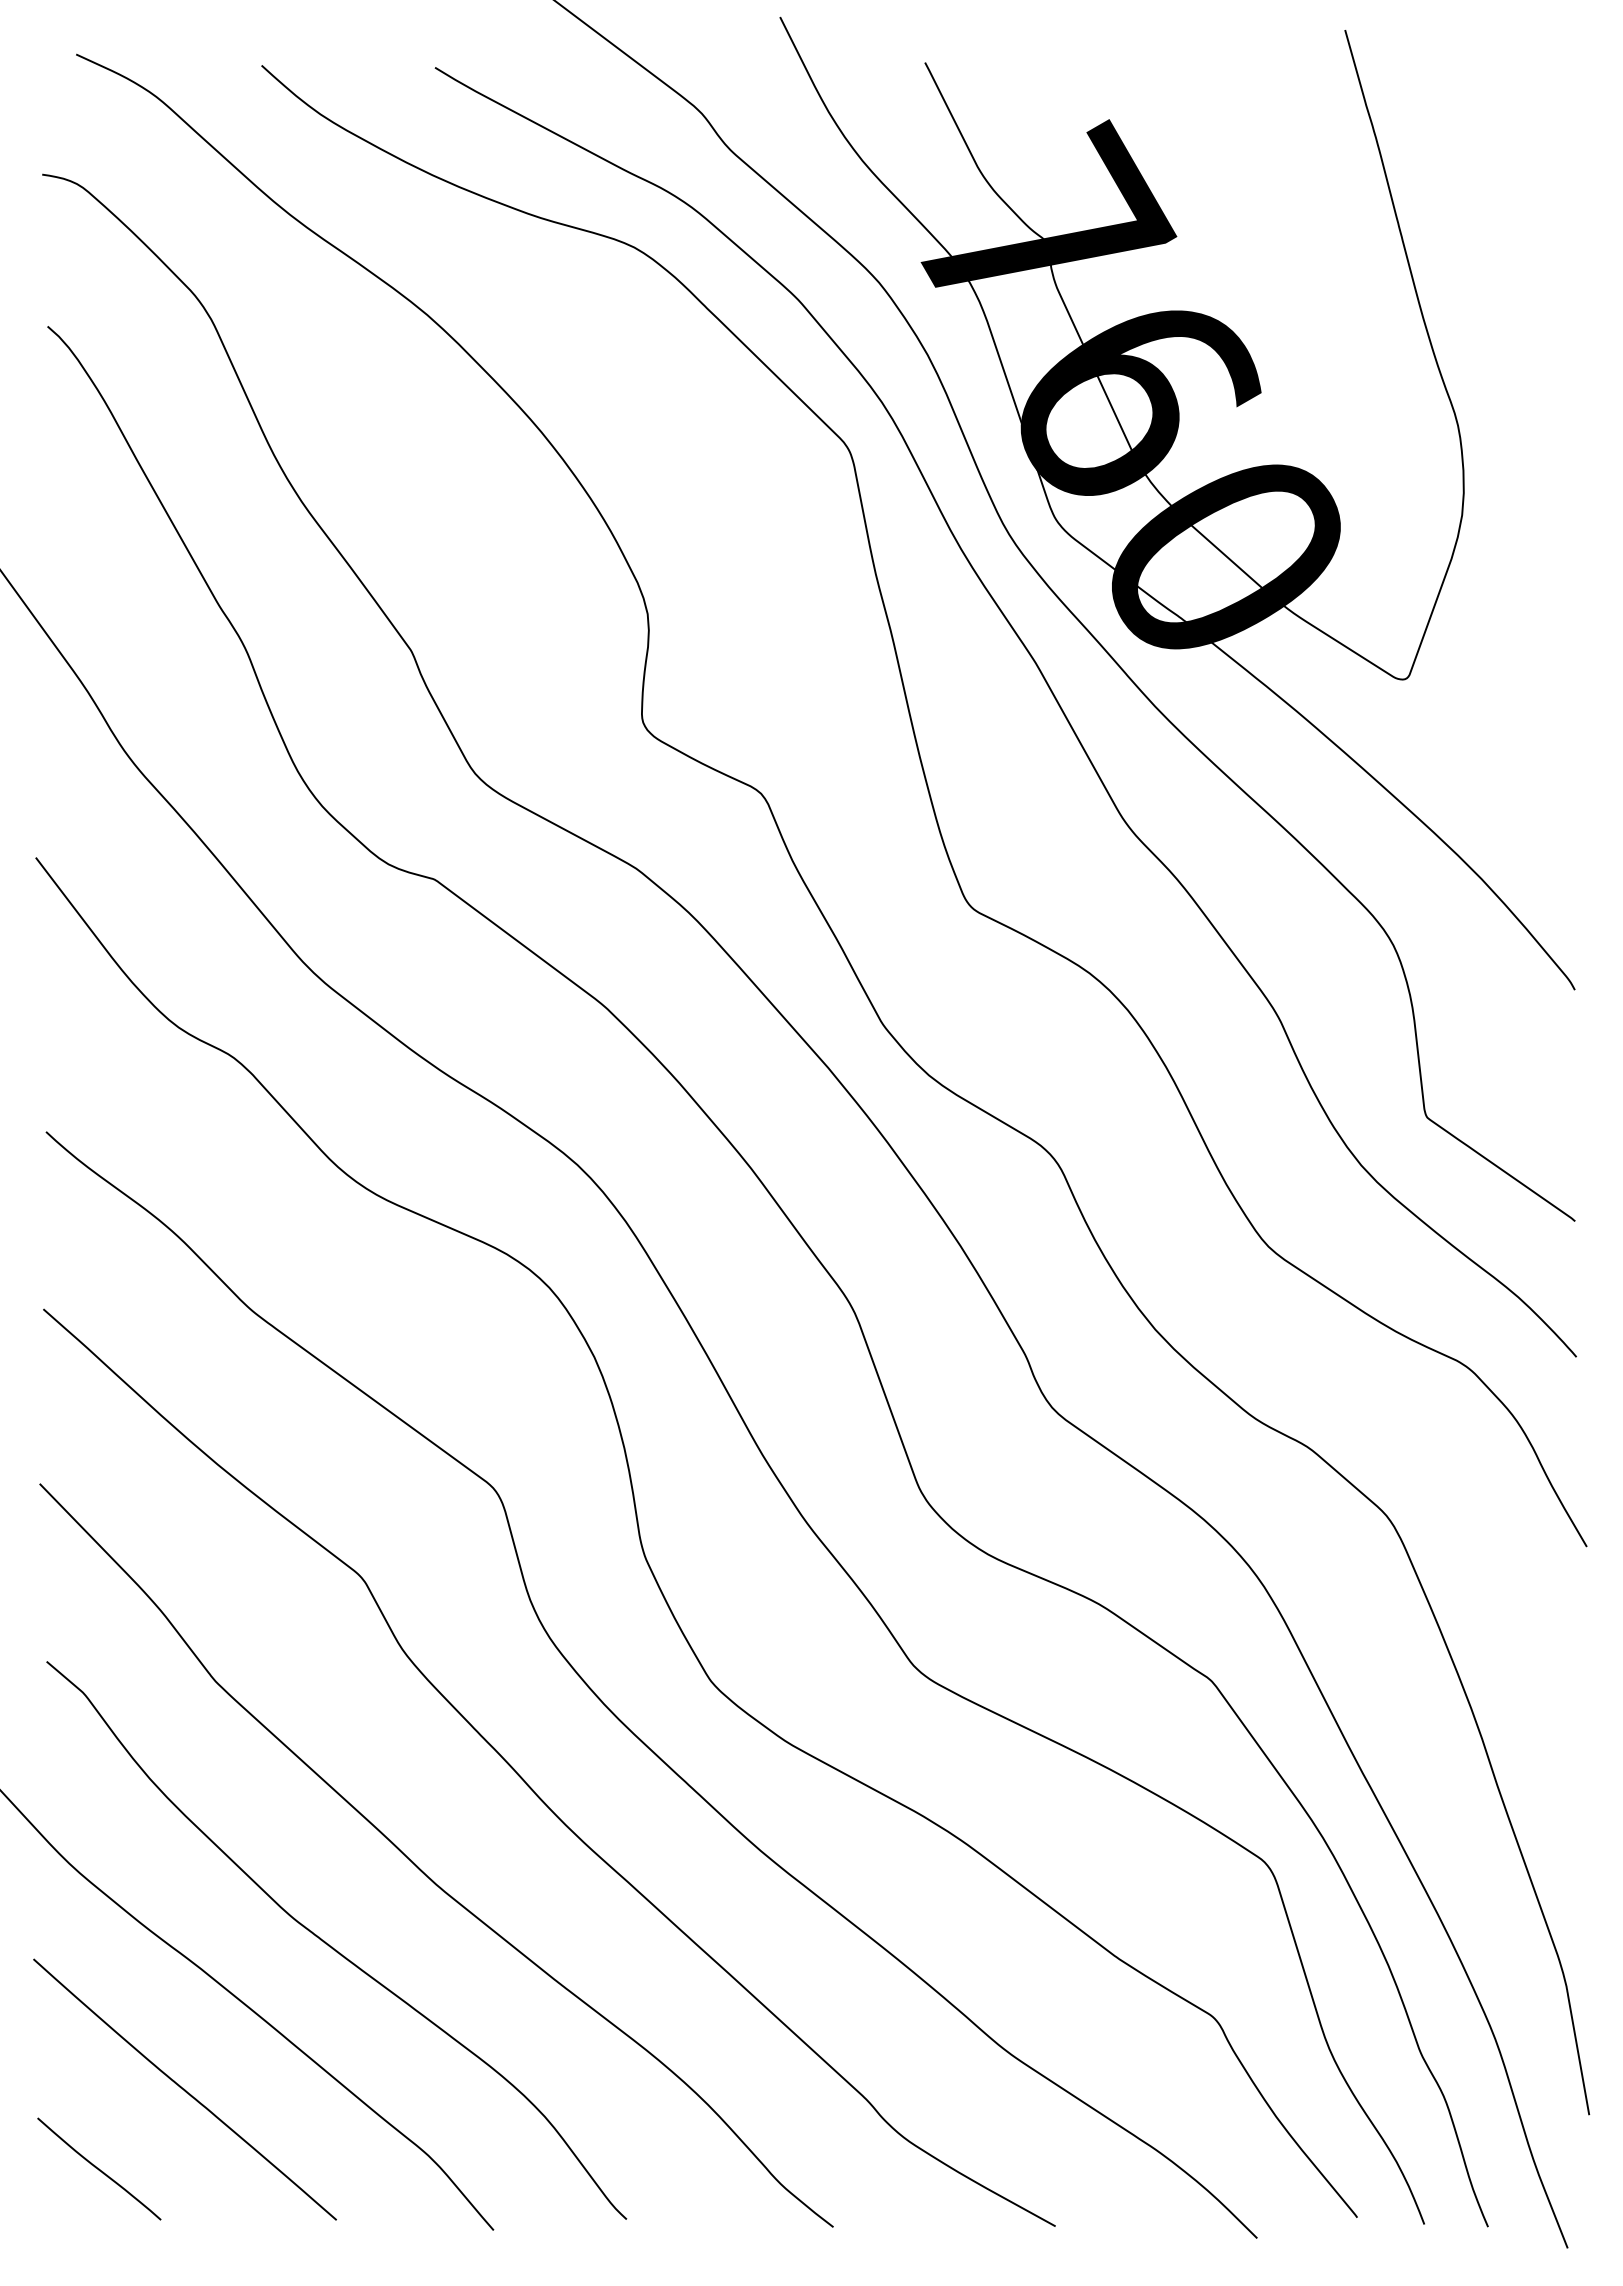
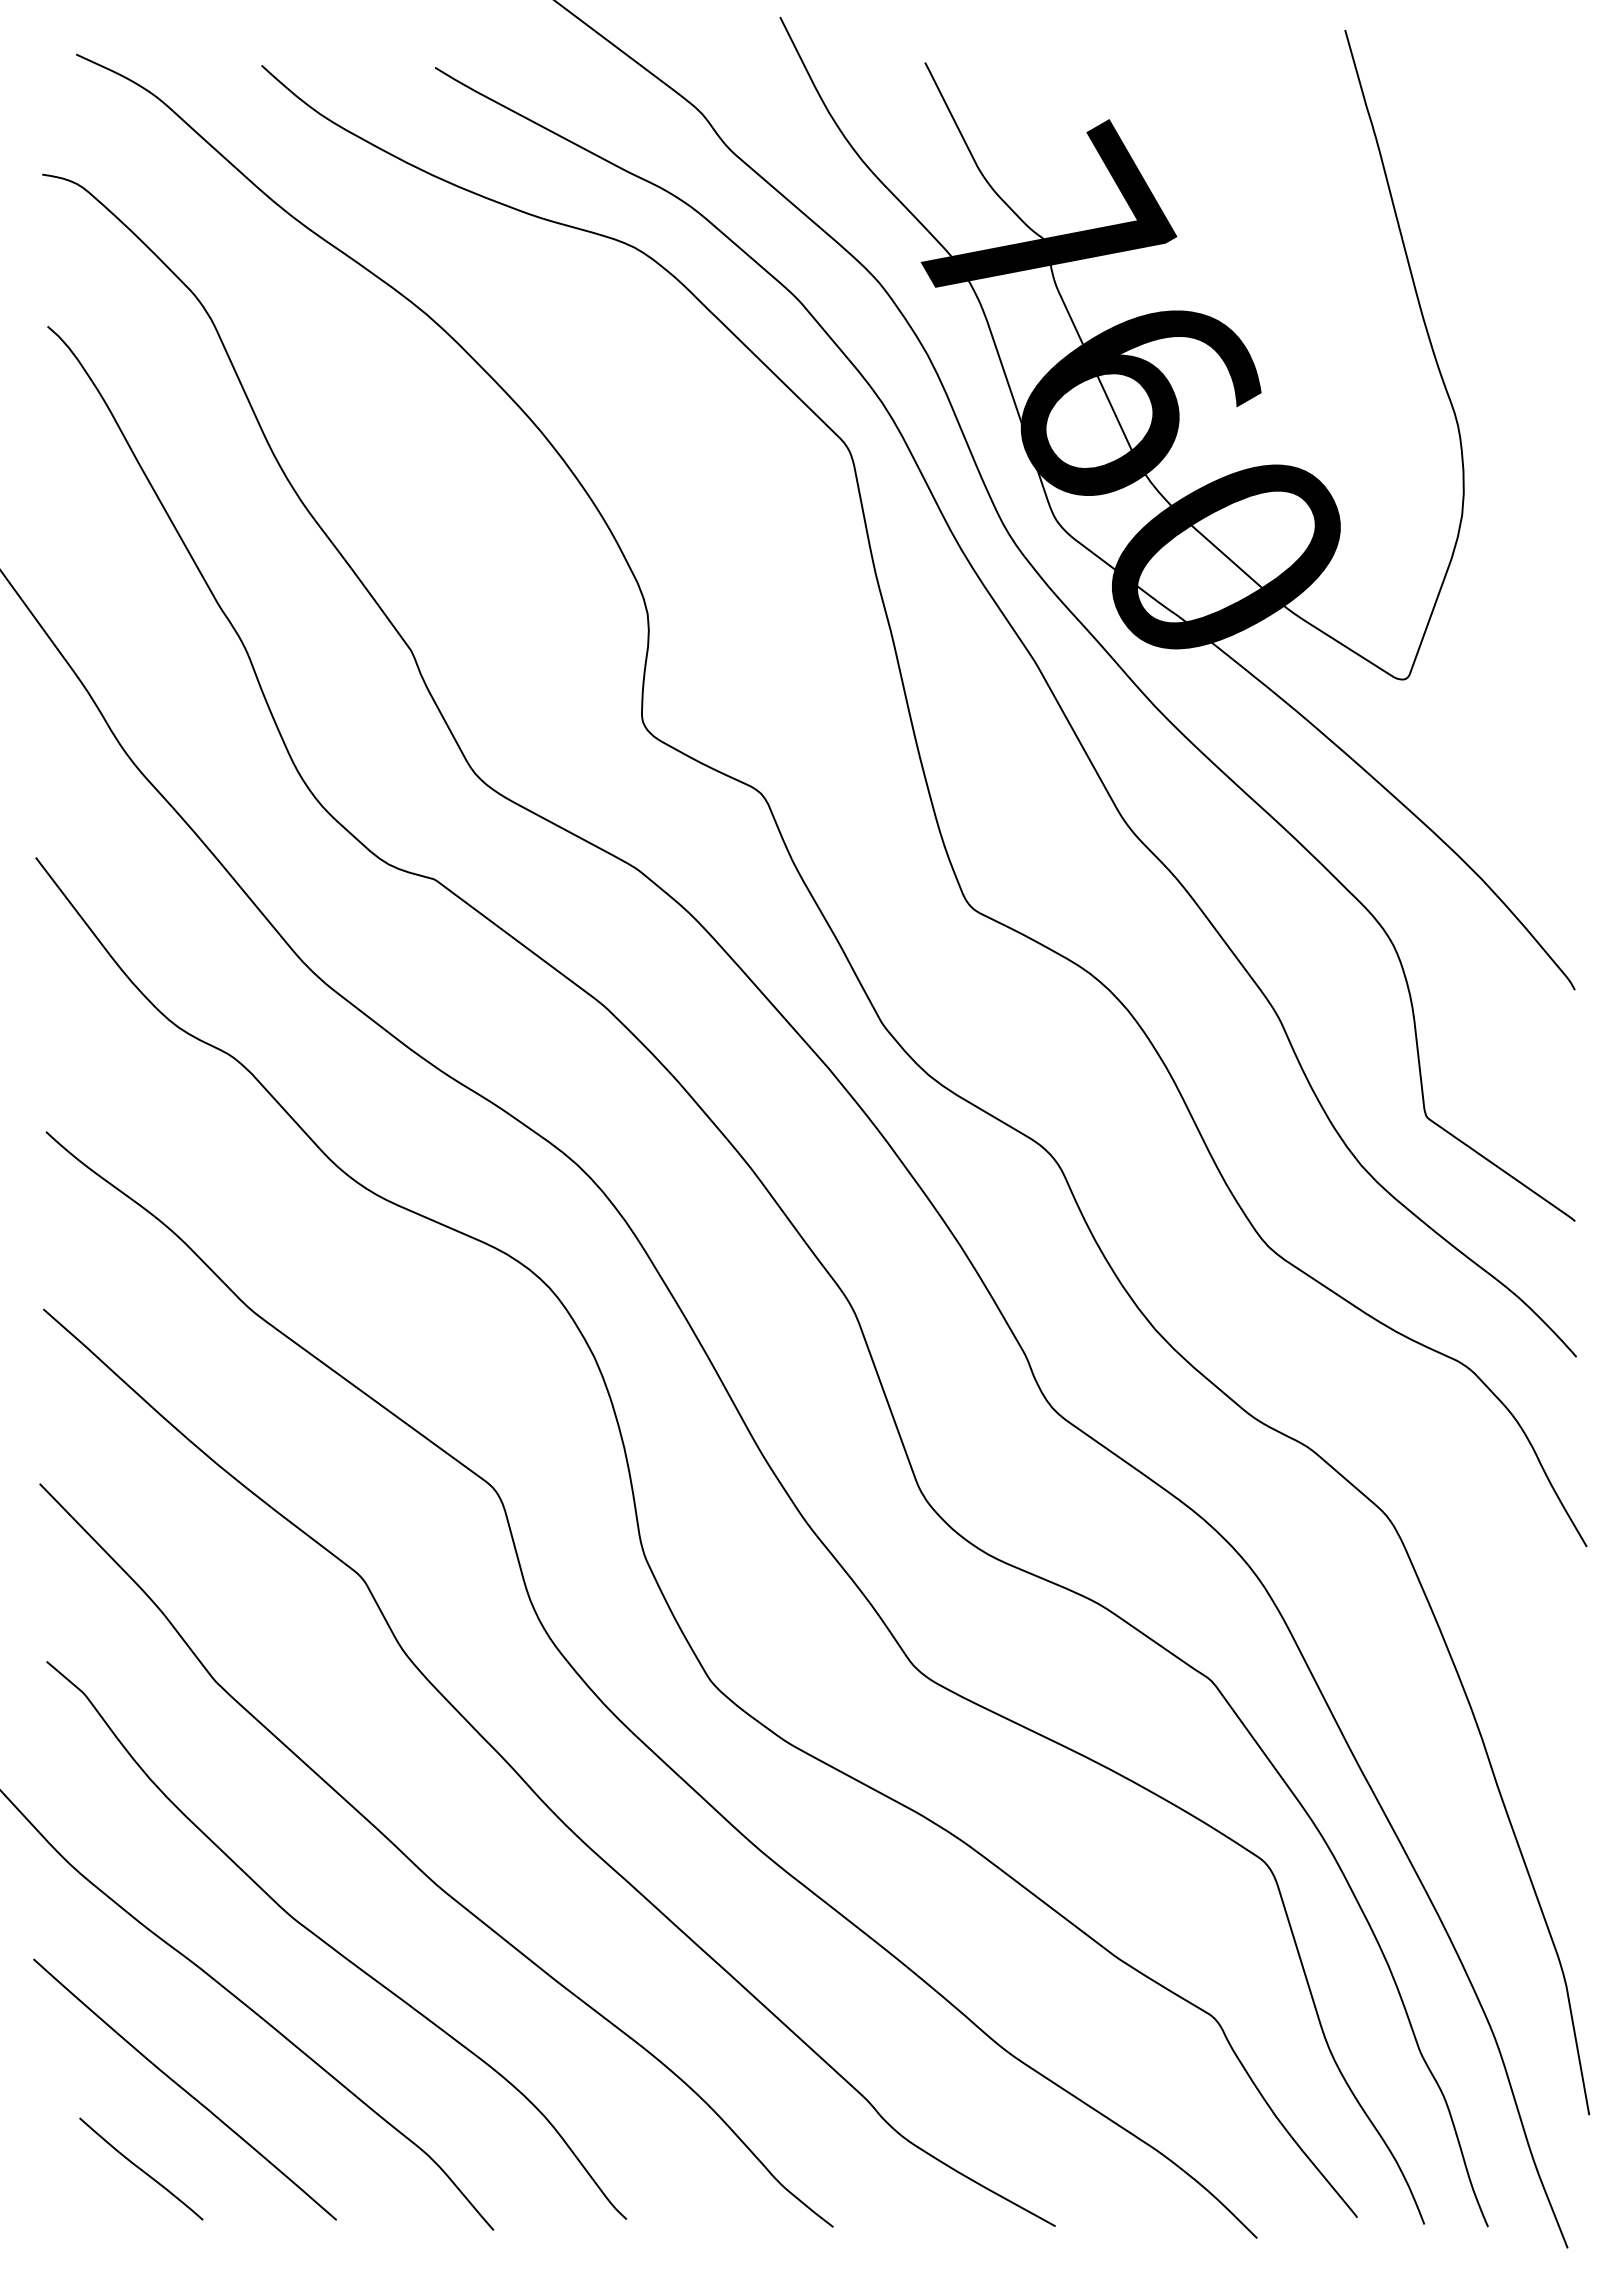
curve at (99, 2168) position: (99, 2168) -> (141, 2168)
